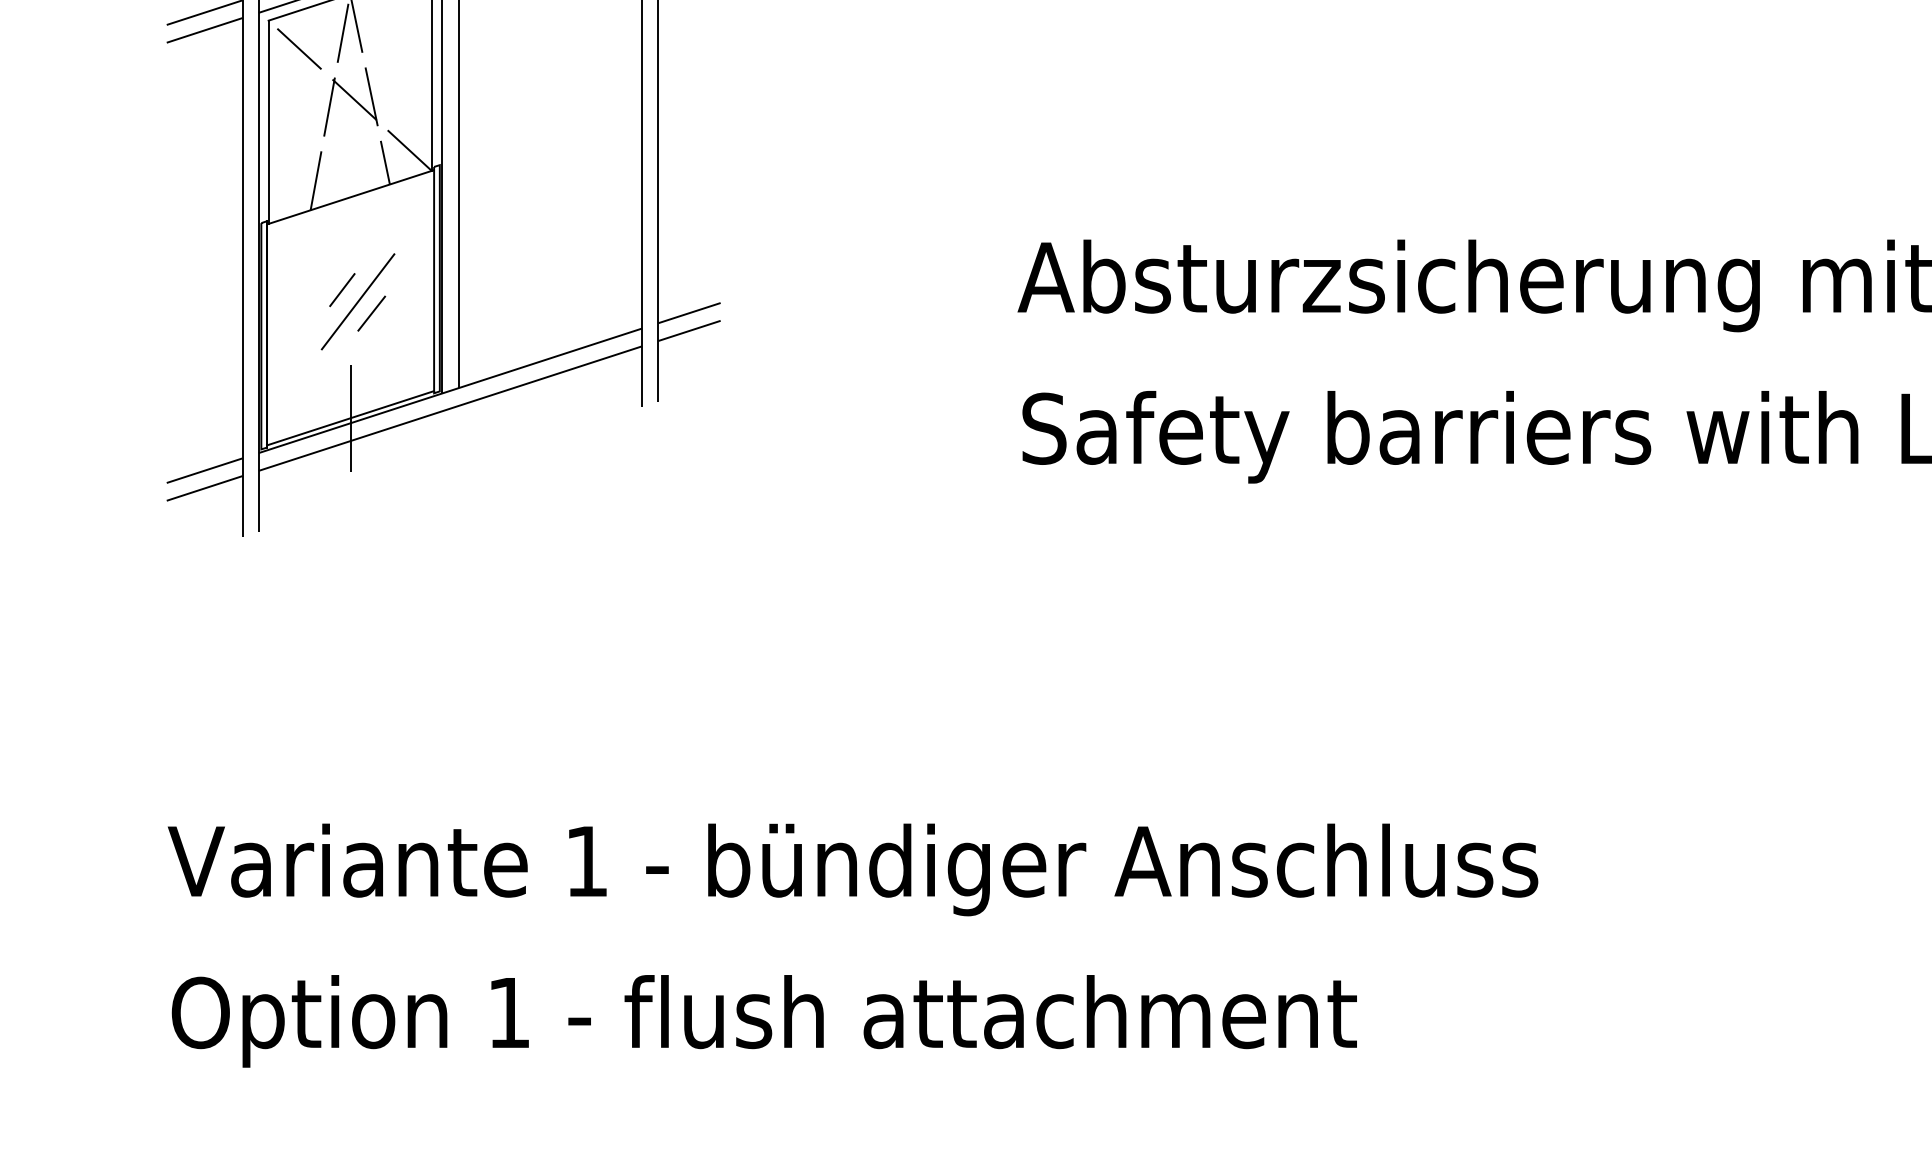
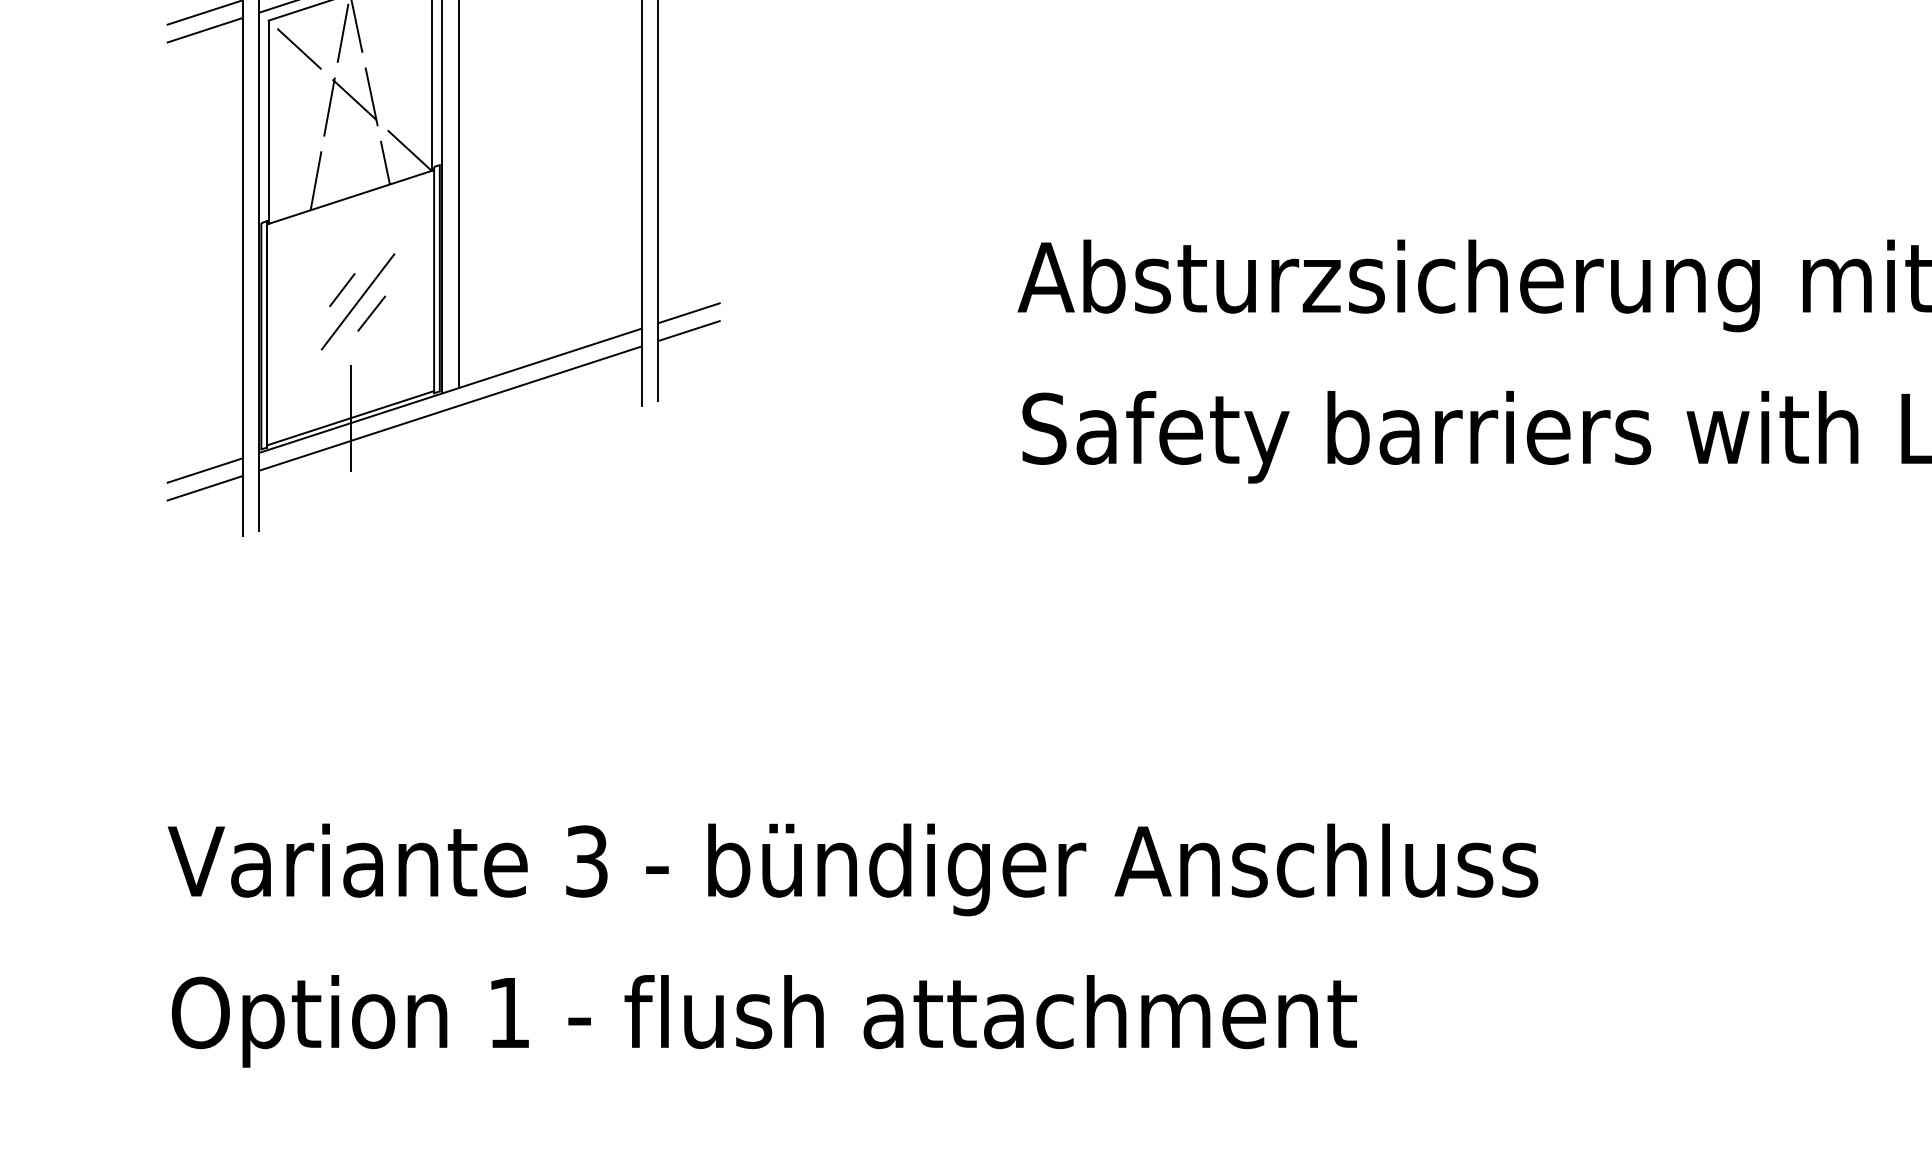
text at (586, 861): 1 -> 3
